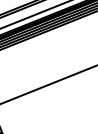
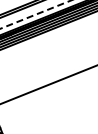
line at (36, 14): solid -> dashed
